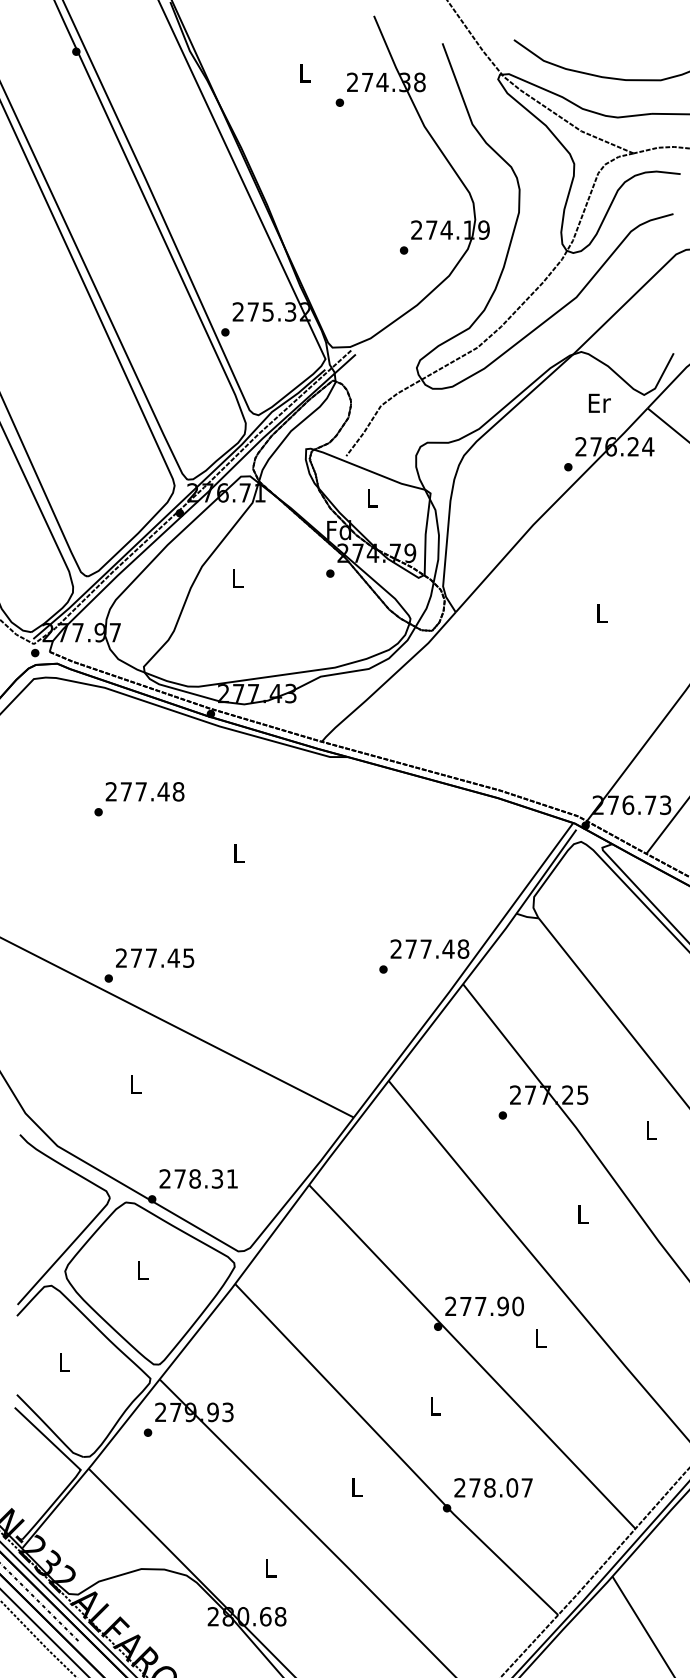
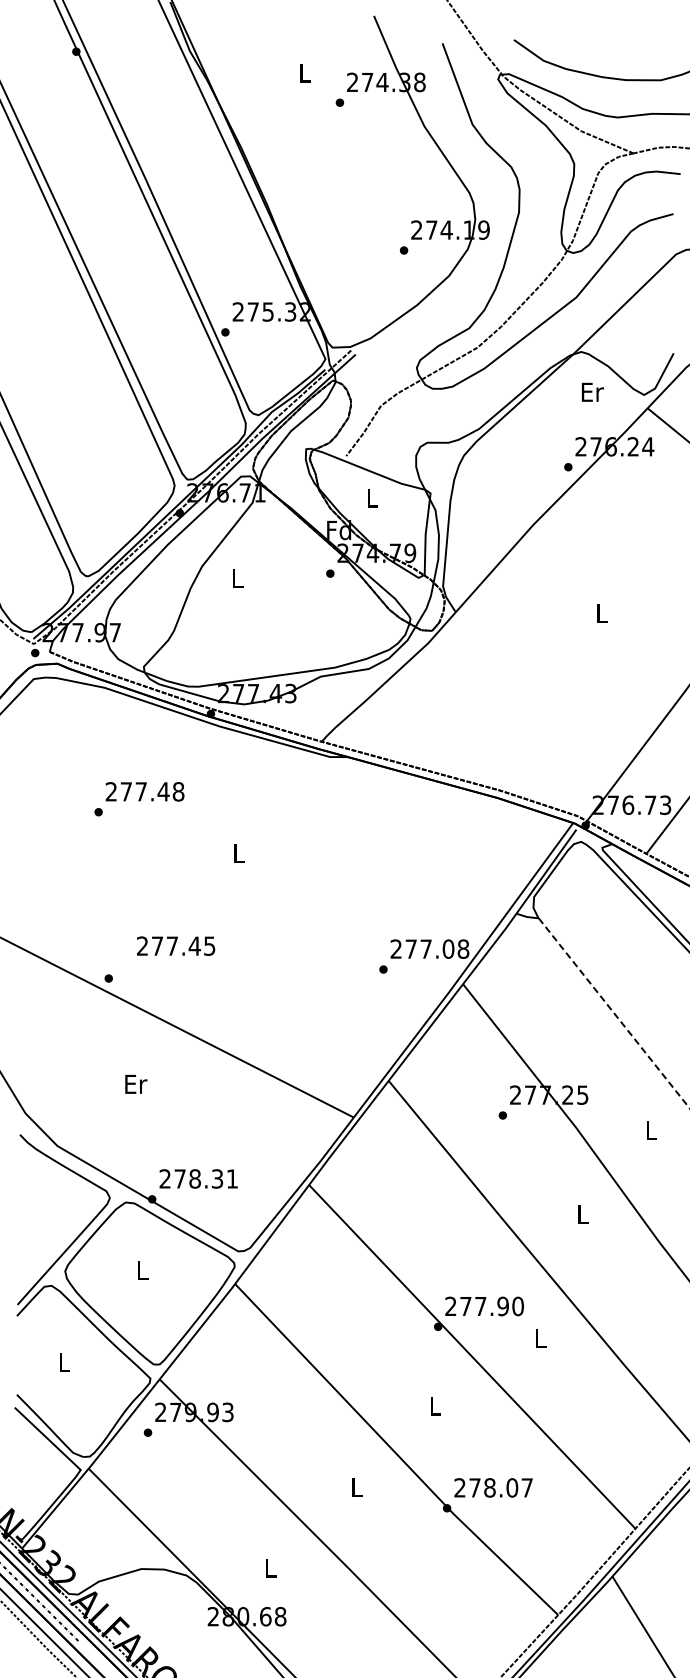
text at (599, 402) position: (599, 402) -> (592, 391)
text at (448, 948): 277.48 -> 277.08
text at (155, 957) position: (155, 957) -> (176, 945)
line at (613, 1012): solid -> dashed
text at (136, 1083): L -> Er
